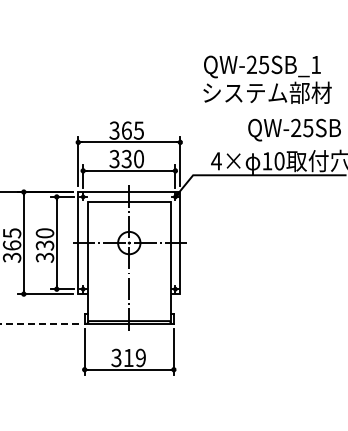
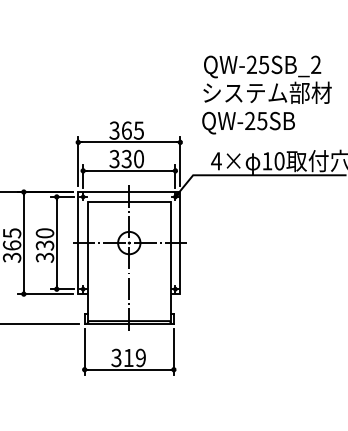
text at (316, 64): QW-25SB_1 -> QW-25SB_2
text at (294, 129) position: (294, 129) -> (248, 122)
line at (39, 323): dashed -> solid
